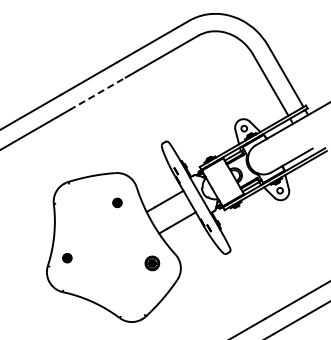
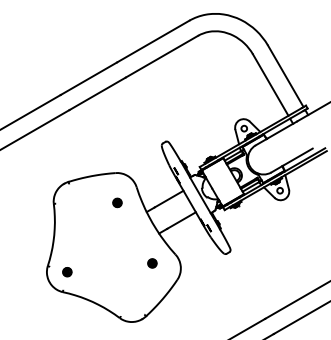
line at (97, 93): dashed -> solid
part at (67, 258) position: (67, 258) -> (67, 272)
part at (152, 263) size: 17x17 px -> 11x11 px
